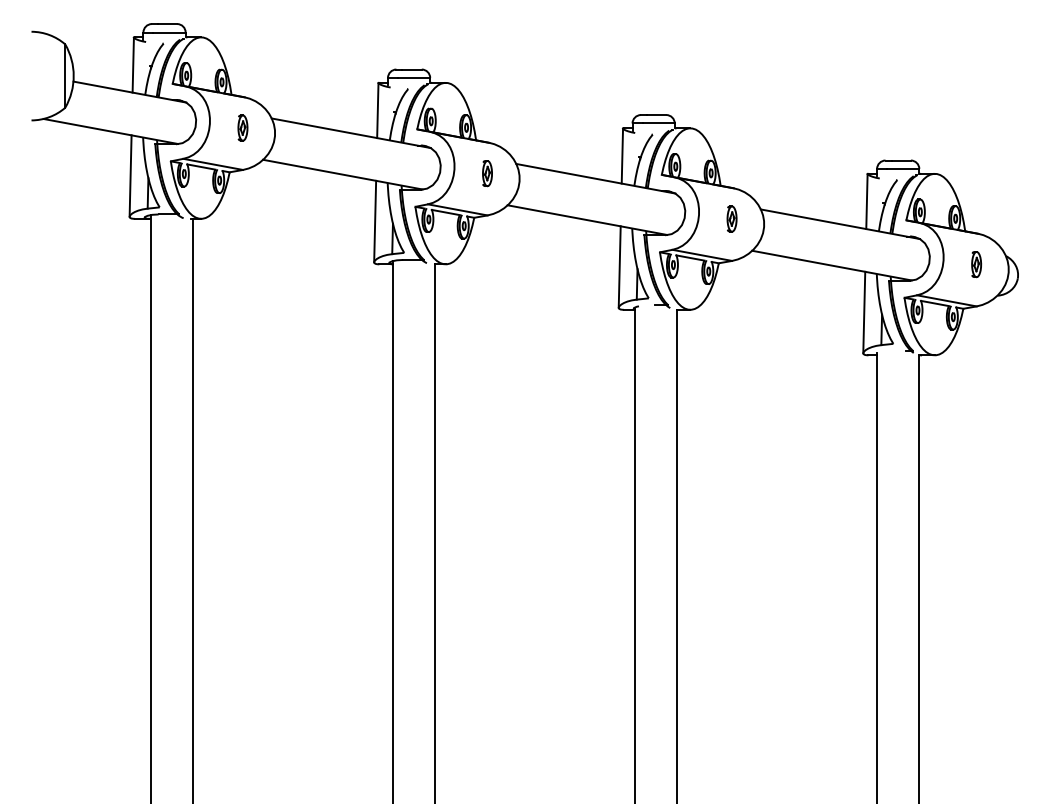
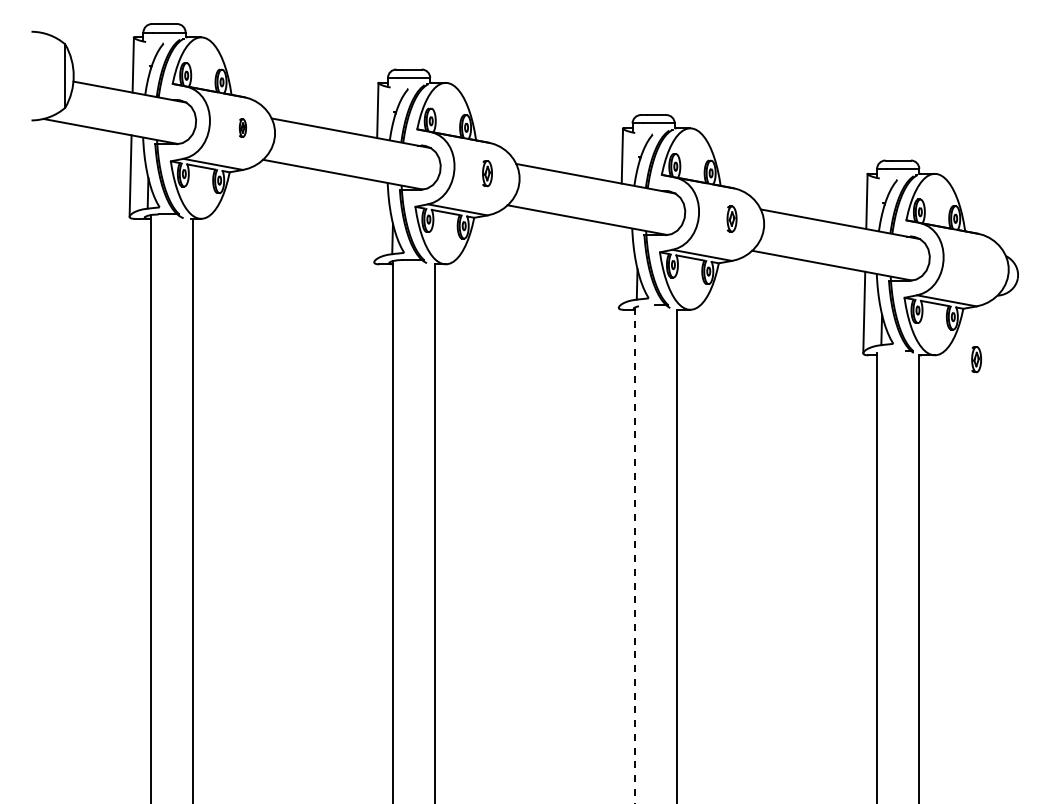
part at (242, 127) size: 12x28 px -> 9x20 px
line at (375, 221): present -> none
part at (976, 264) position: (976, 264) -> (976, 359)
line at (619, 266): present -> none
line at (635, 555): solid -> dashed
